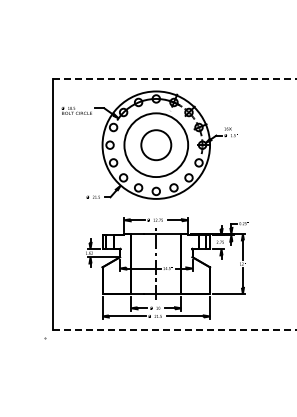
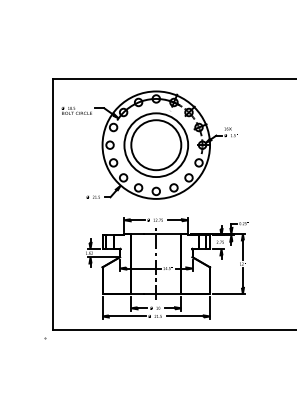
line at (174, 79): dashed -> solid
circle at (156, 145) diameter: 30 px -> 50 px
line at (174, 330): dashed -> solid
